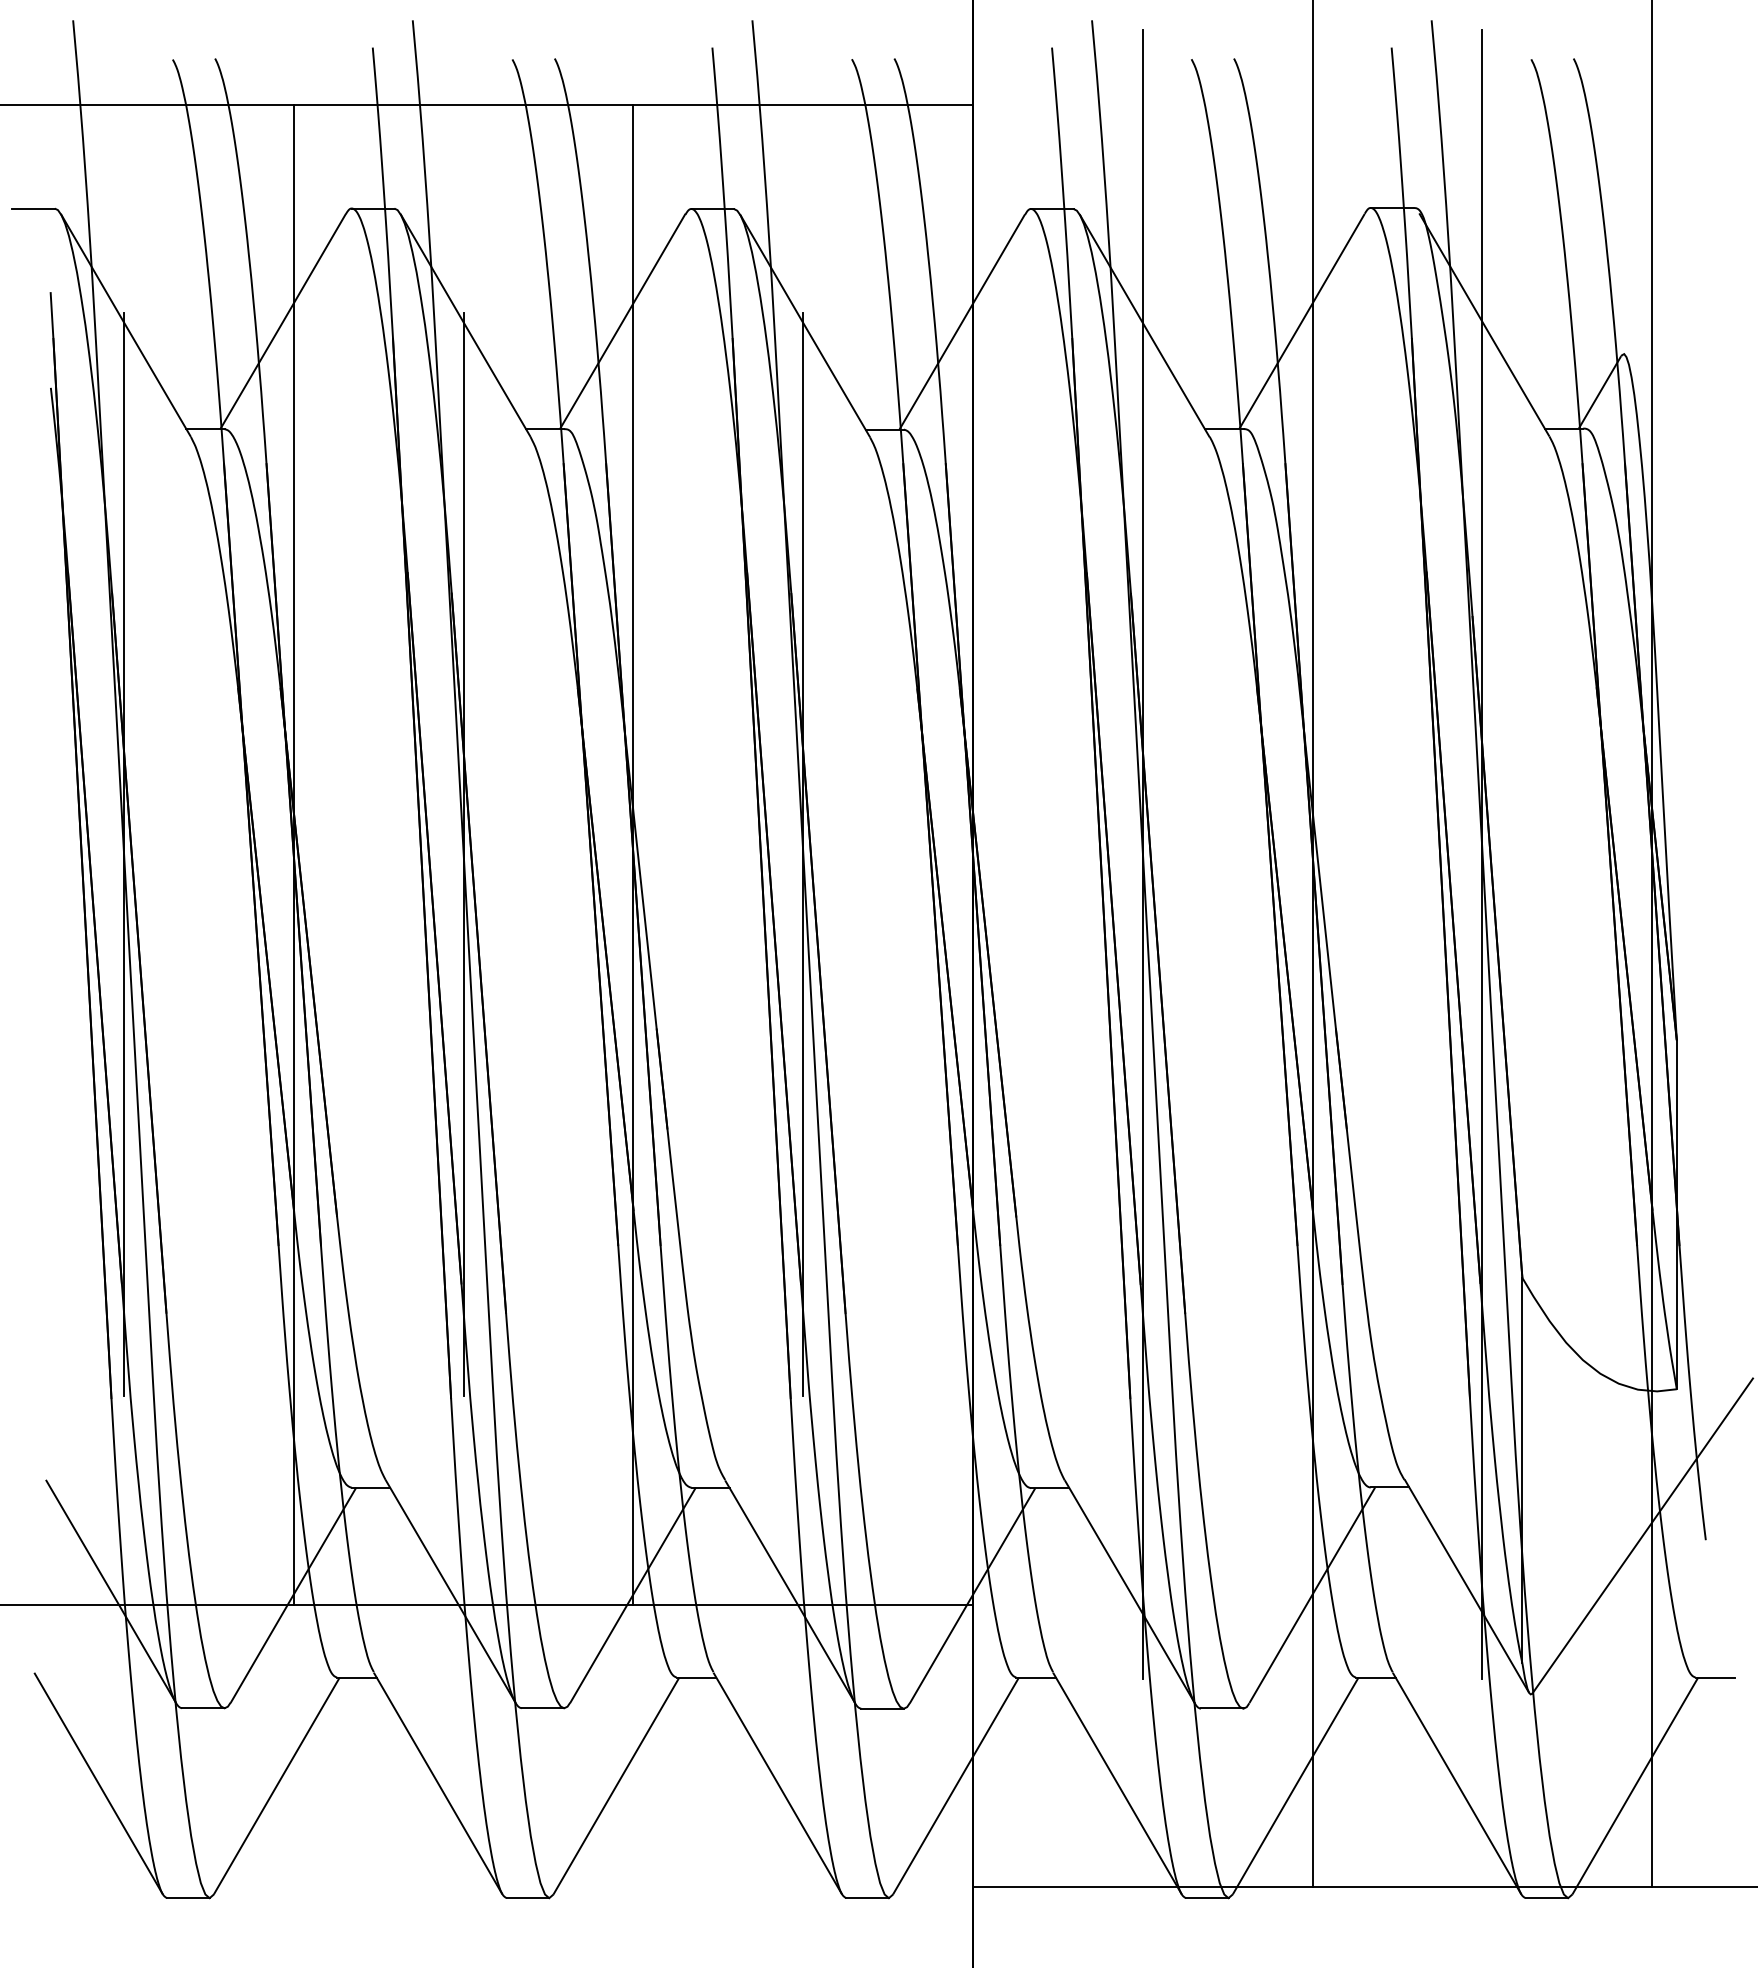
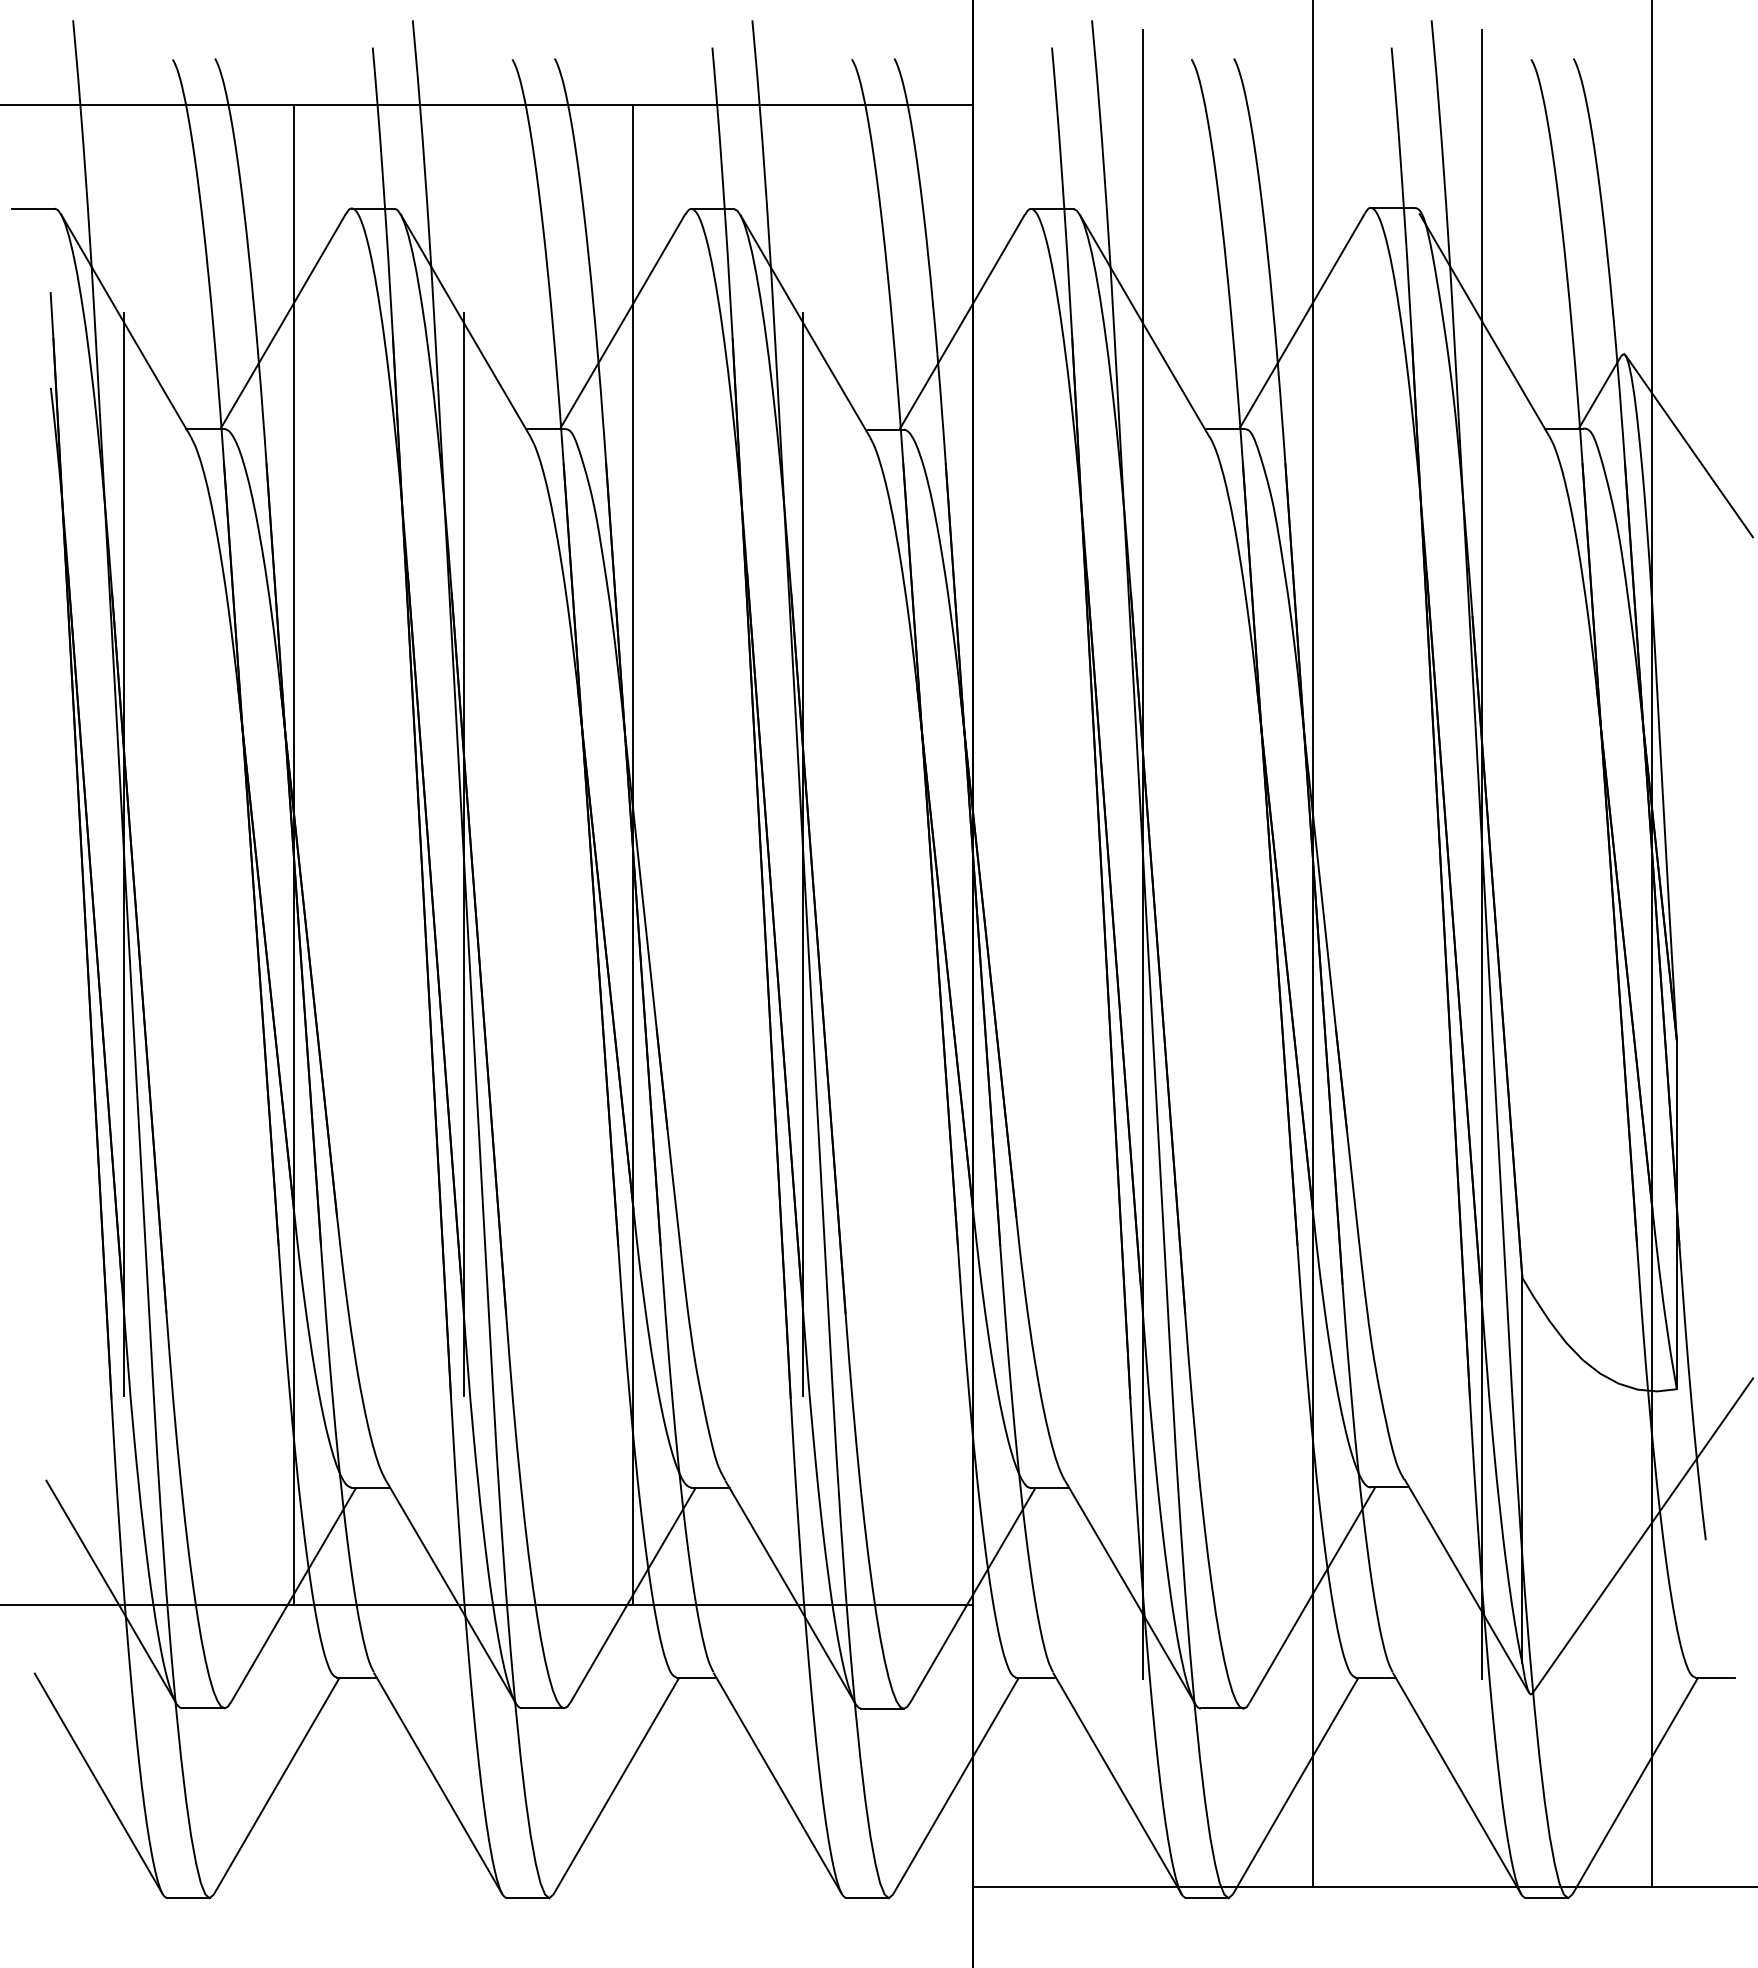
line at (1689, 446): none -> present
